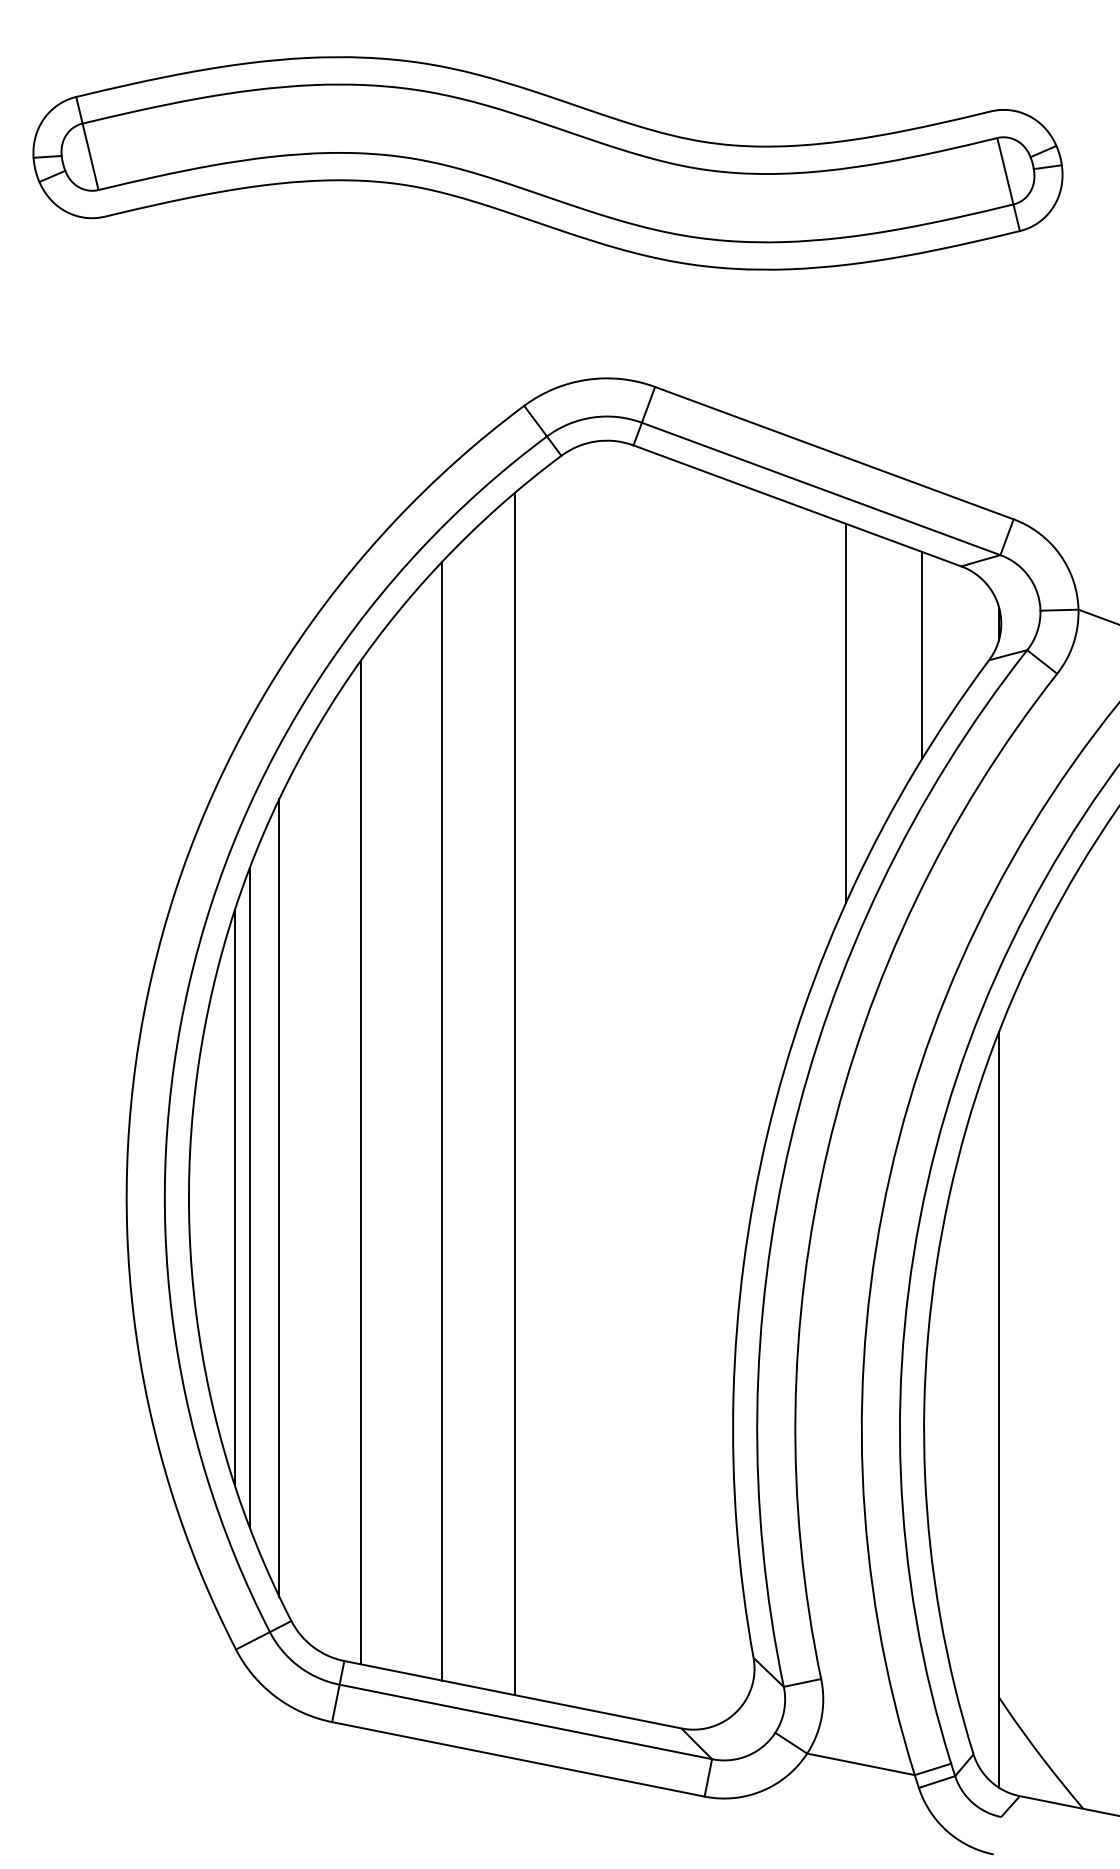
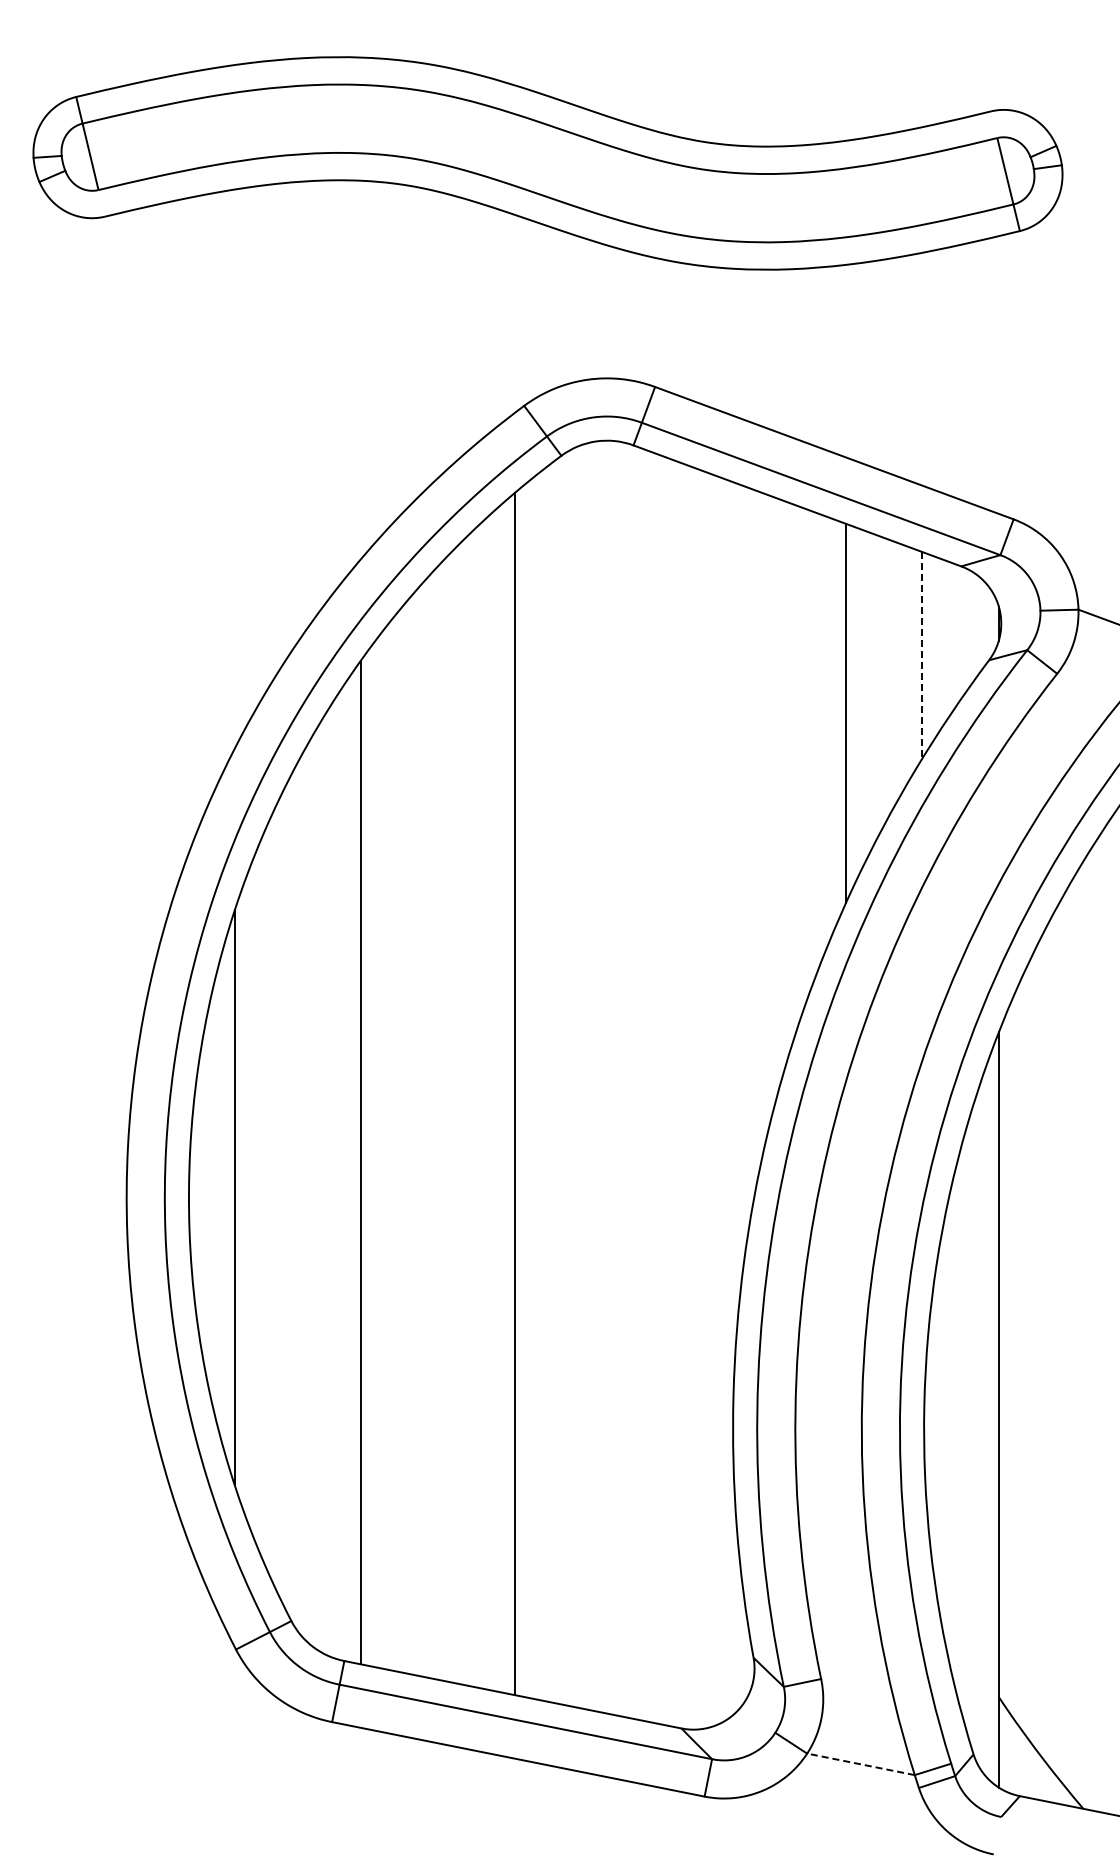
line at (922, 655): solid -> dashed
line at (442, 1120): present -> none
line at (249, 1197): present -> none
line at (279, 1197): present -> none
line at (860, 1764): solid -> dashed
